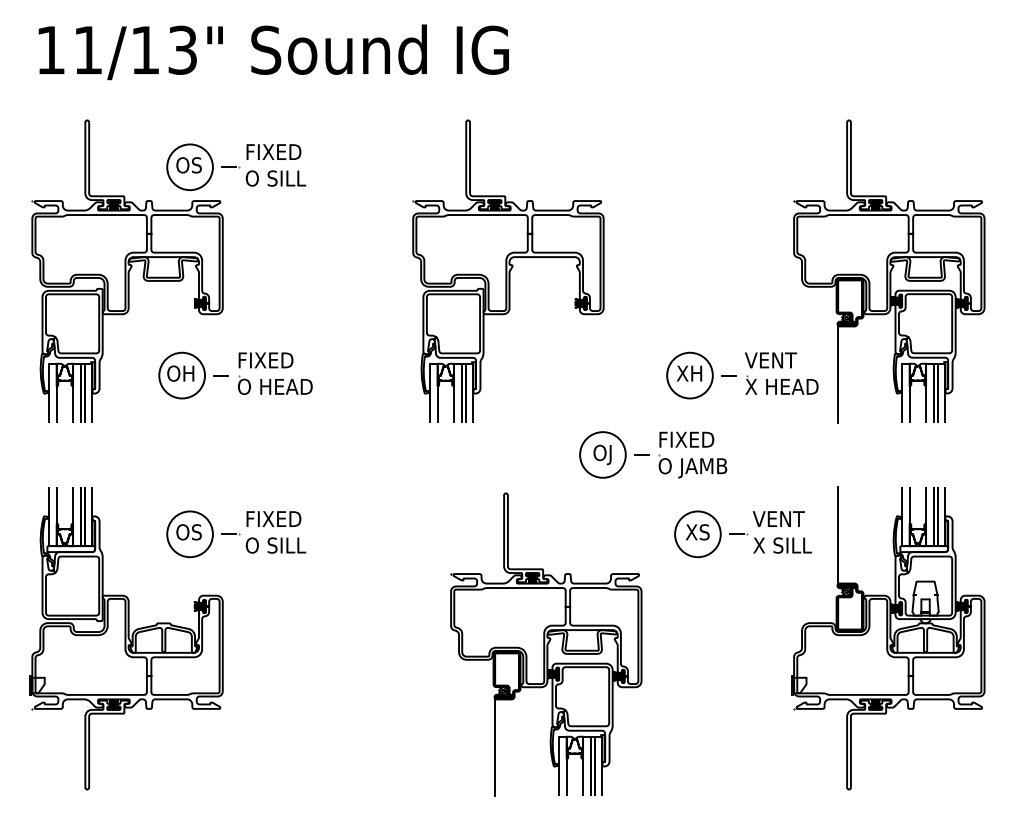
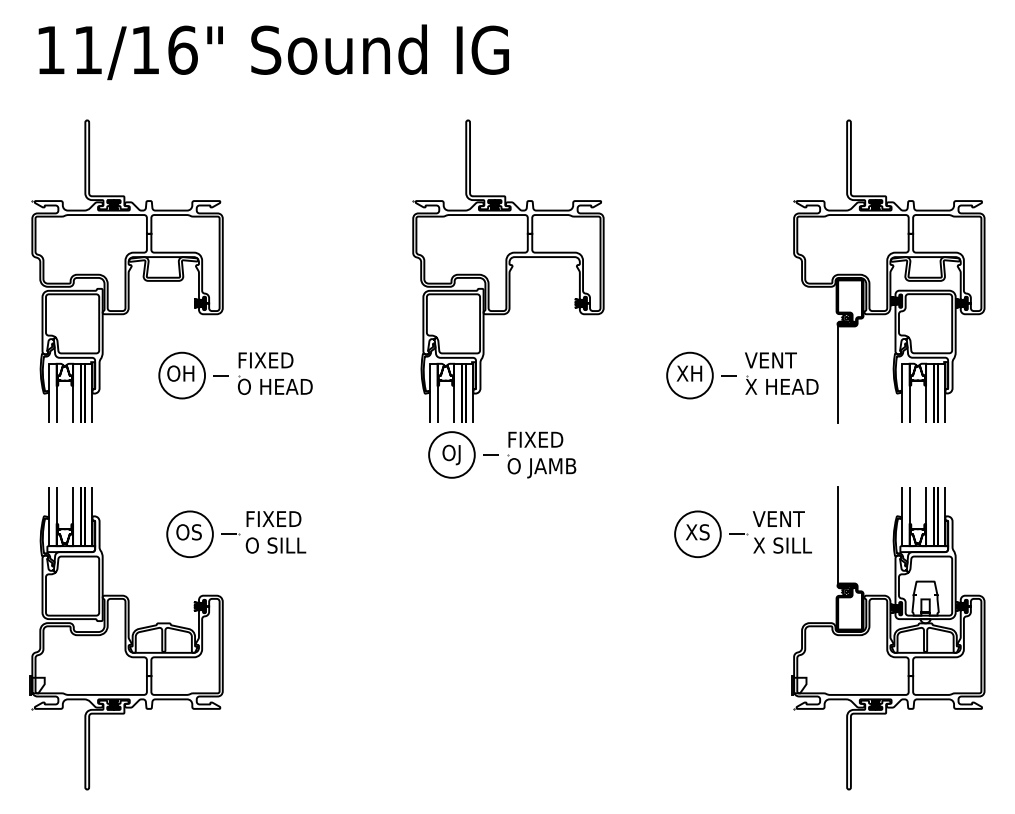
text at (182, 49): 11/13" -> 11/16"
part at (236, 167): present -> none
part at (653, 454) position: (653, 454) -> (502, 454)
part at (546, 644): present -> none
